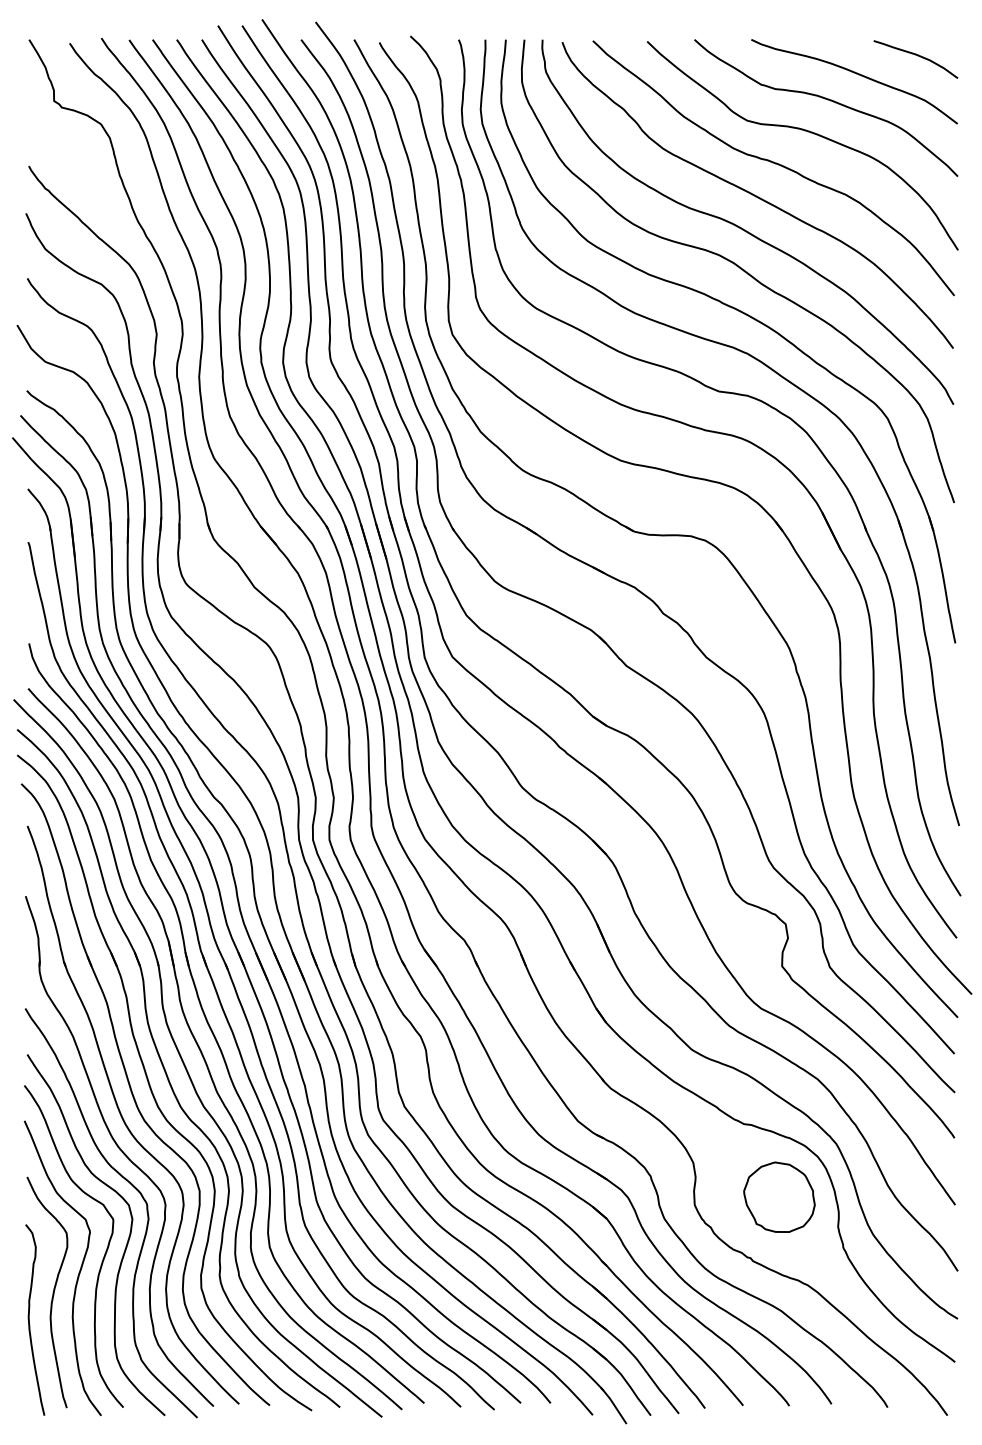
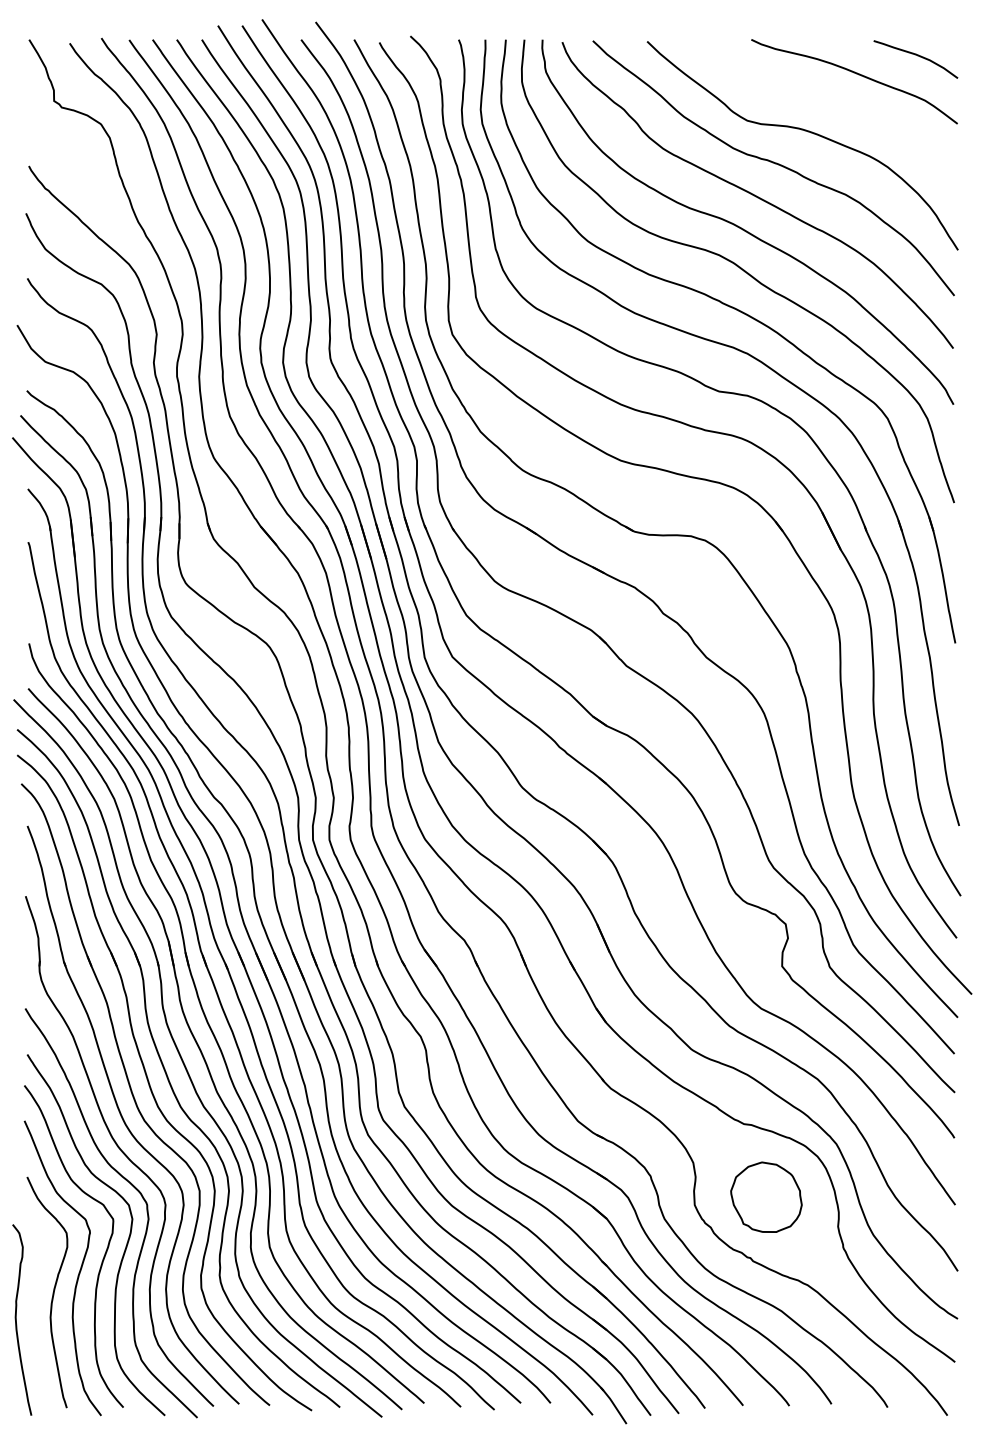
curve at (827, 100): present -> none
part at (779, 1196) position: (779, 1196) -> (766, 1196)
curve at (29, 1319) position: (29, 1319) -> (16, 1319)
